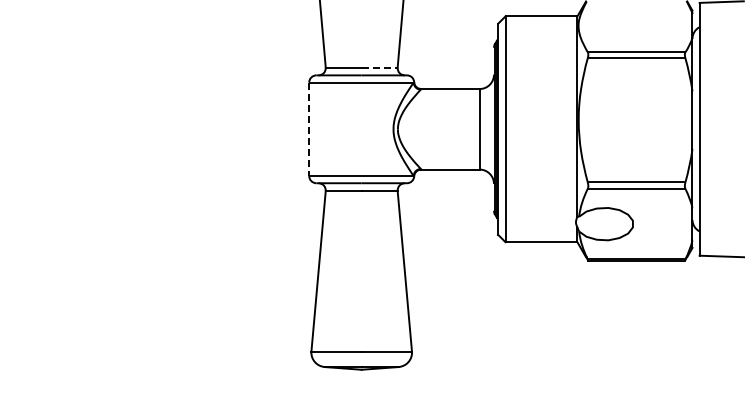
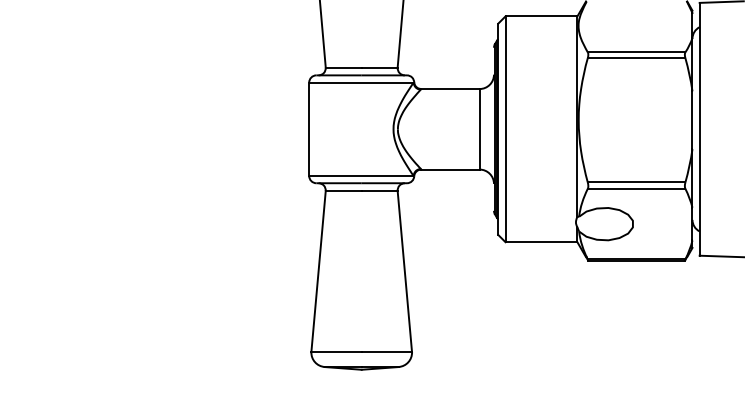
line at (379, 67): dashed -> solid
line at (309, 129): dashed -> solid
